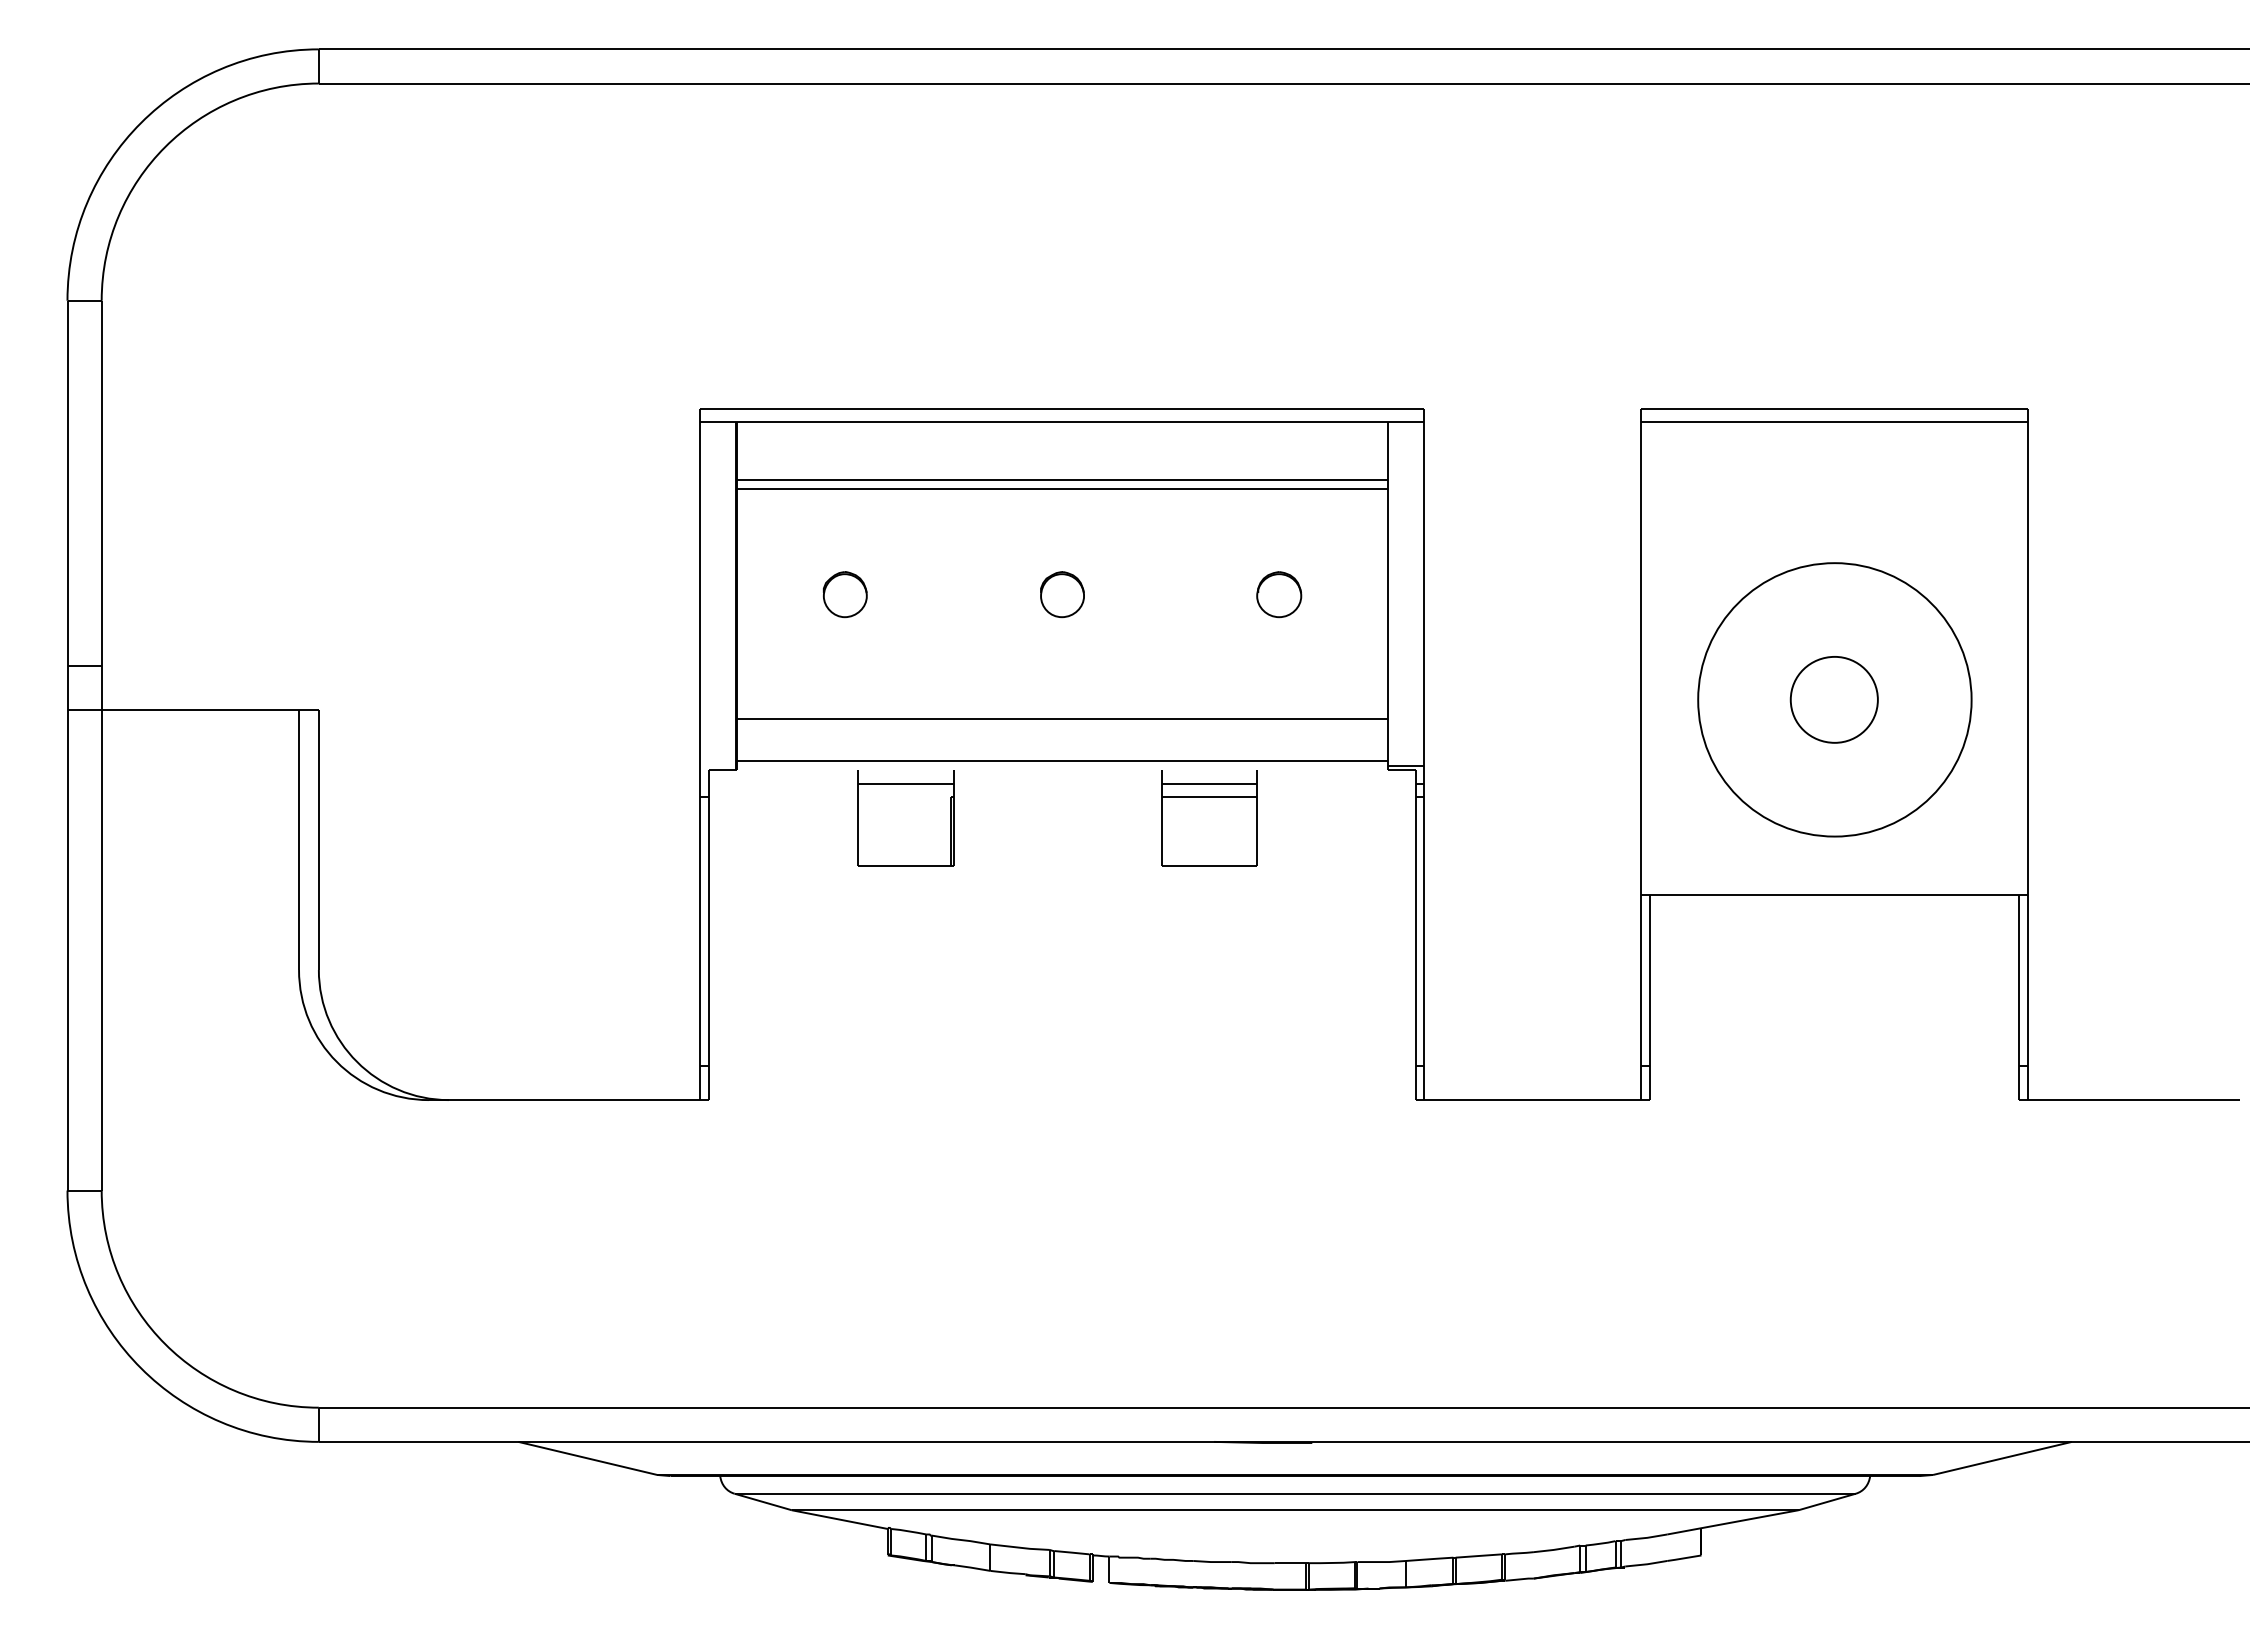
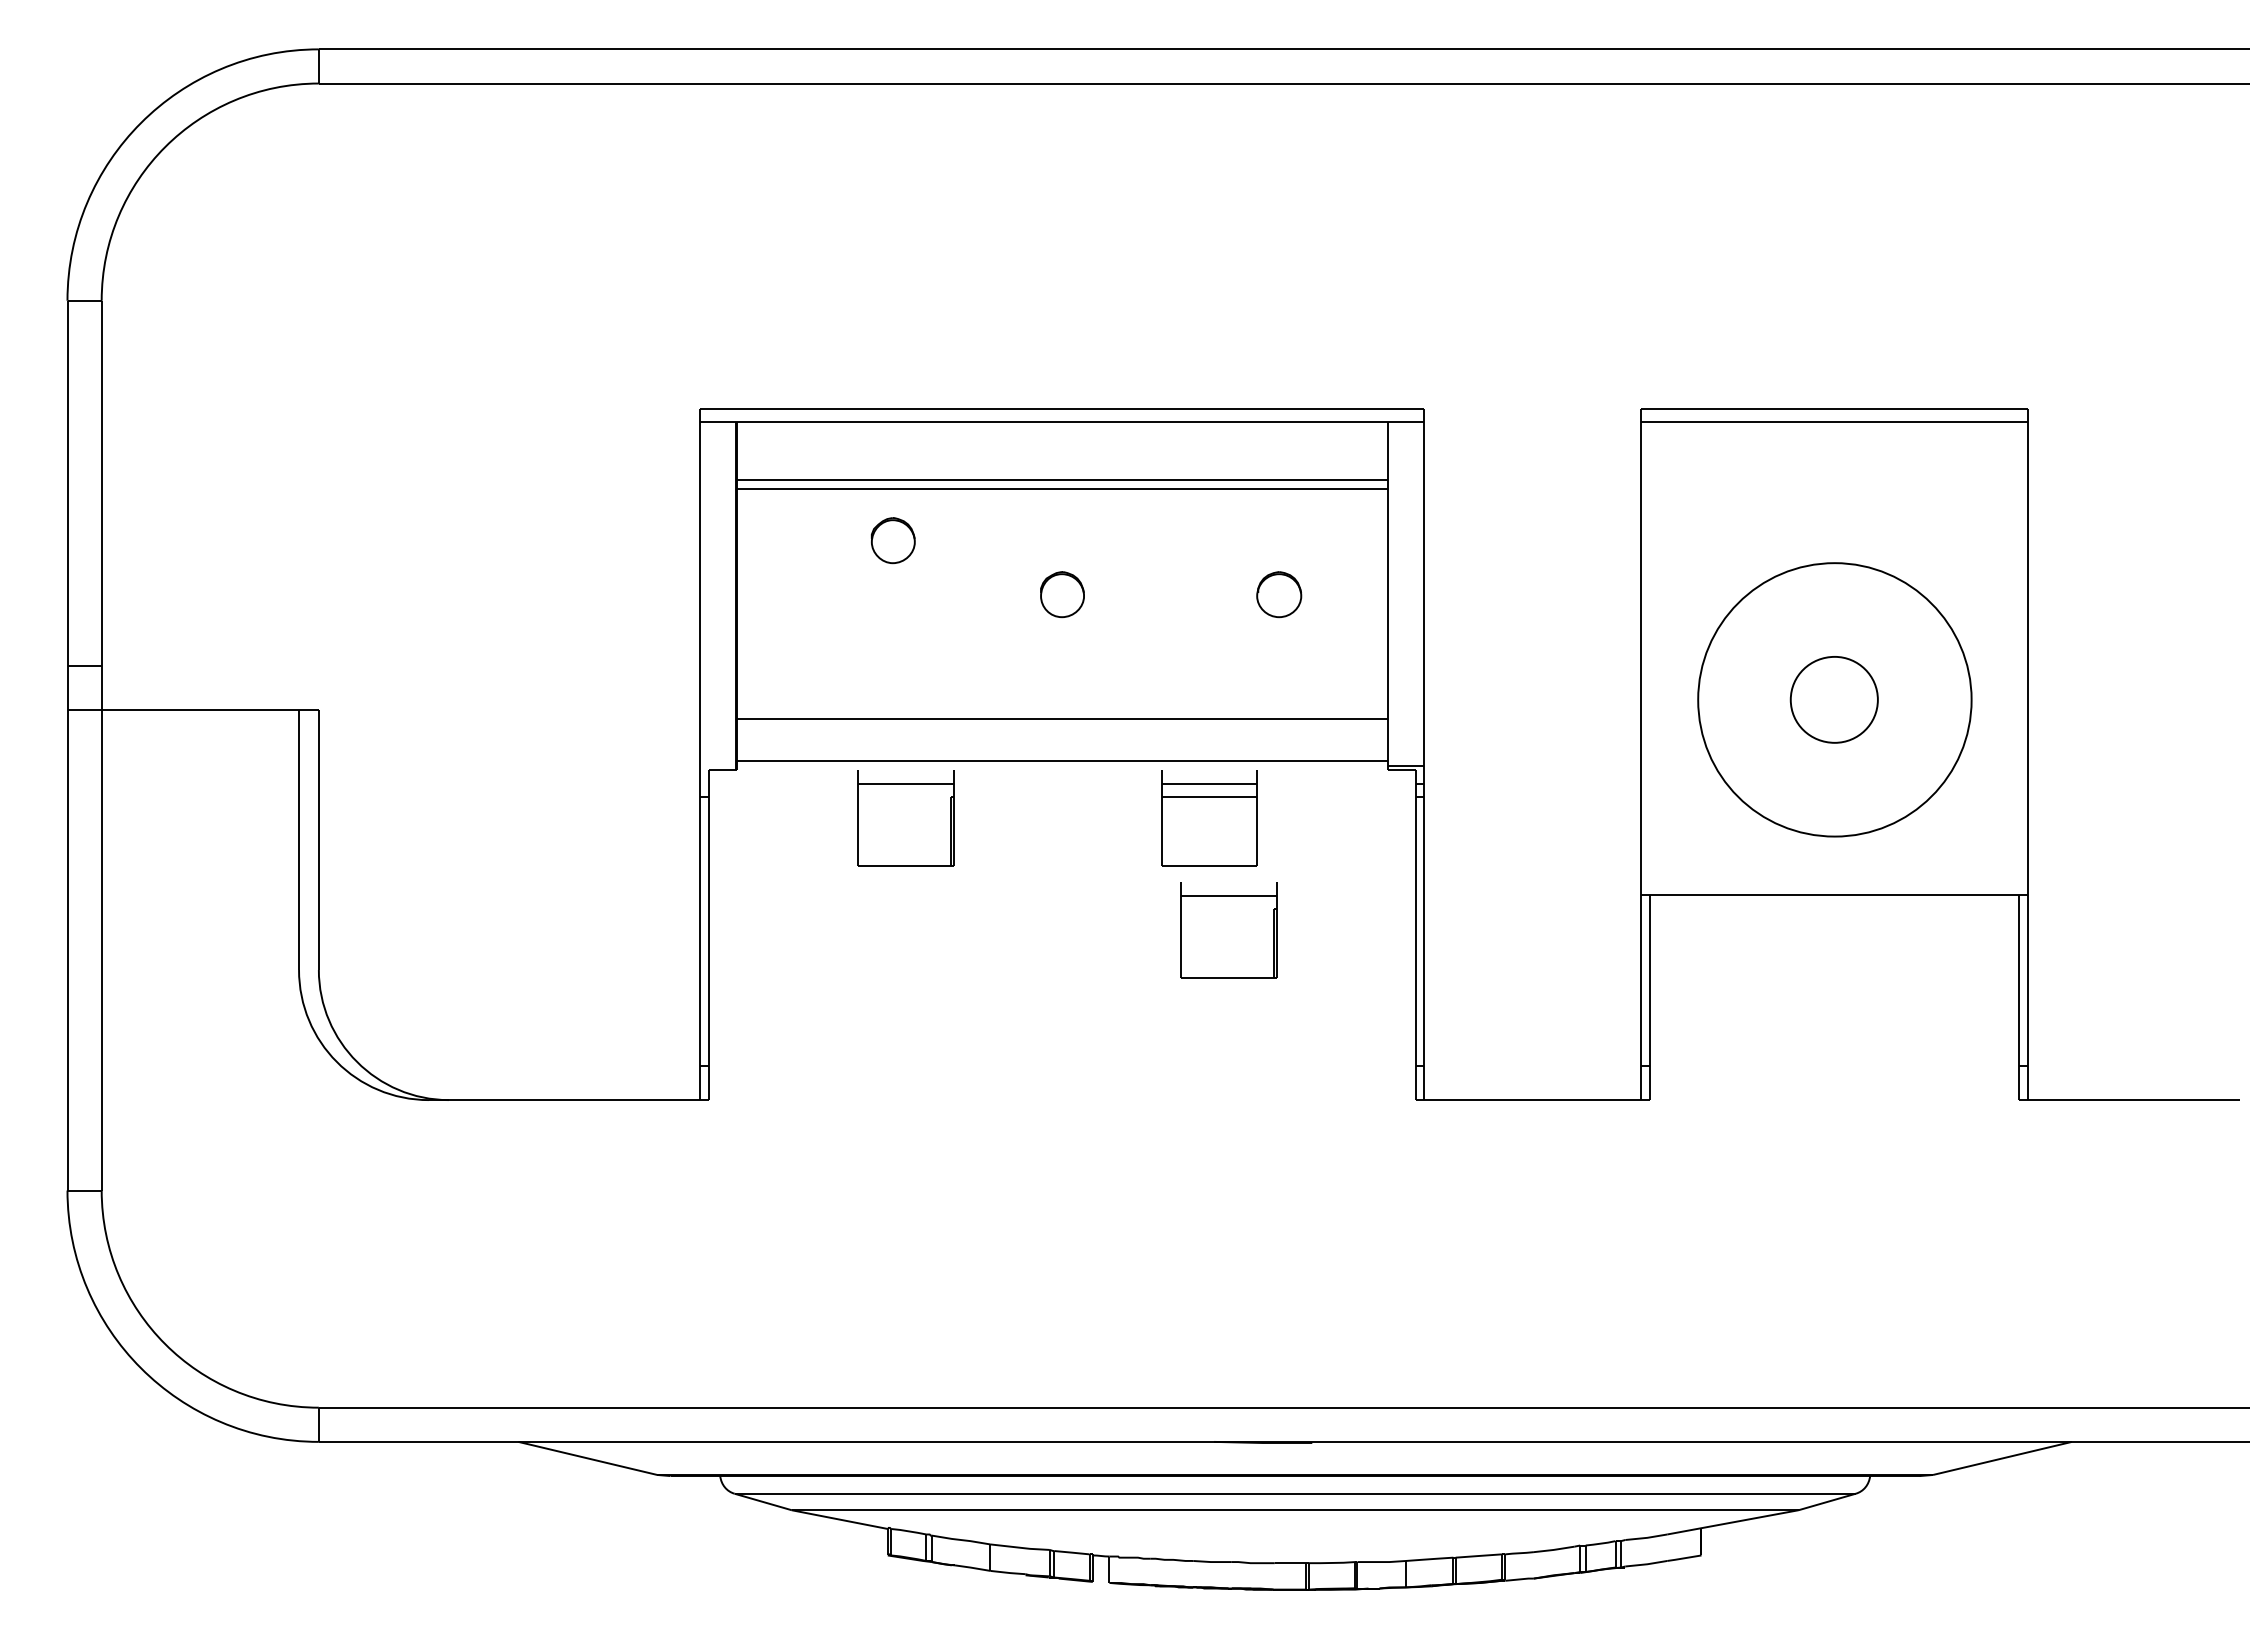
part at (844, 594) position: (844, 594) -> (892, 540)
part at (1228, 930): none -> present
